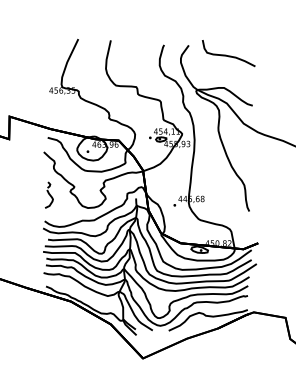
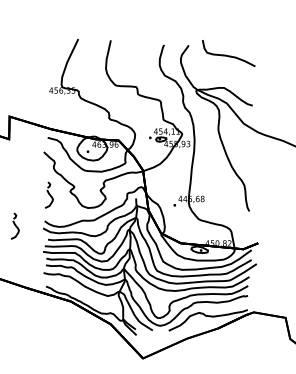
part at (15, 225): none -> present
